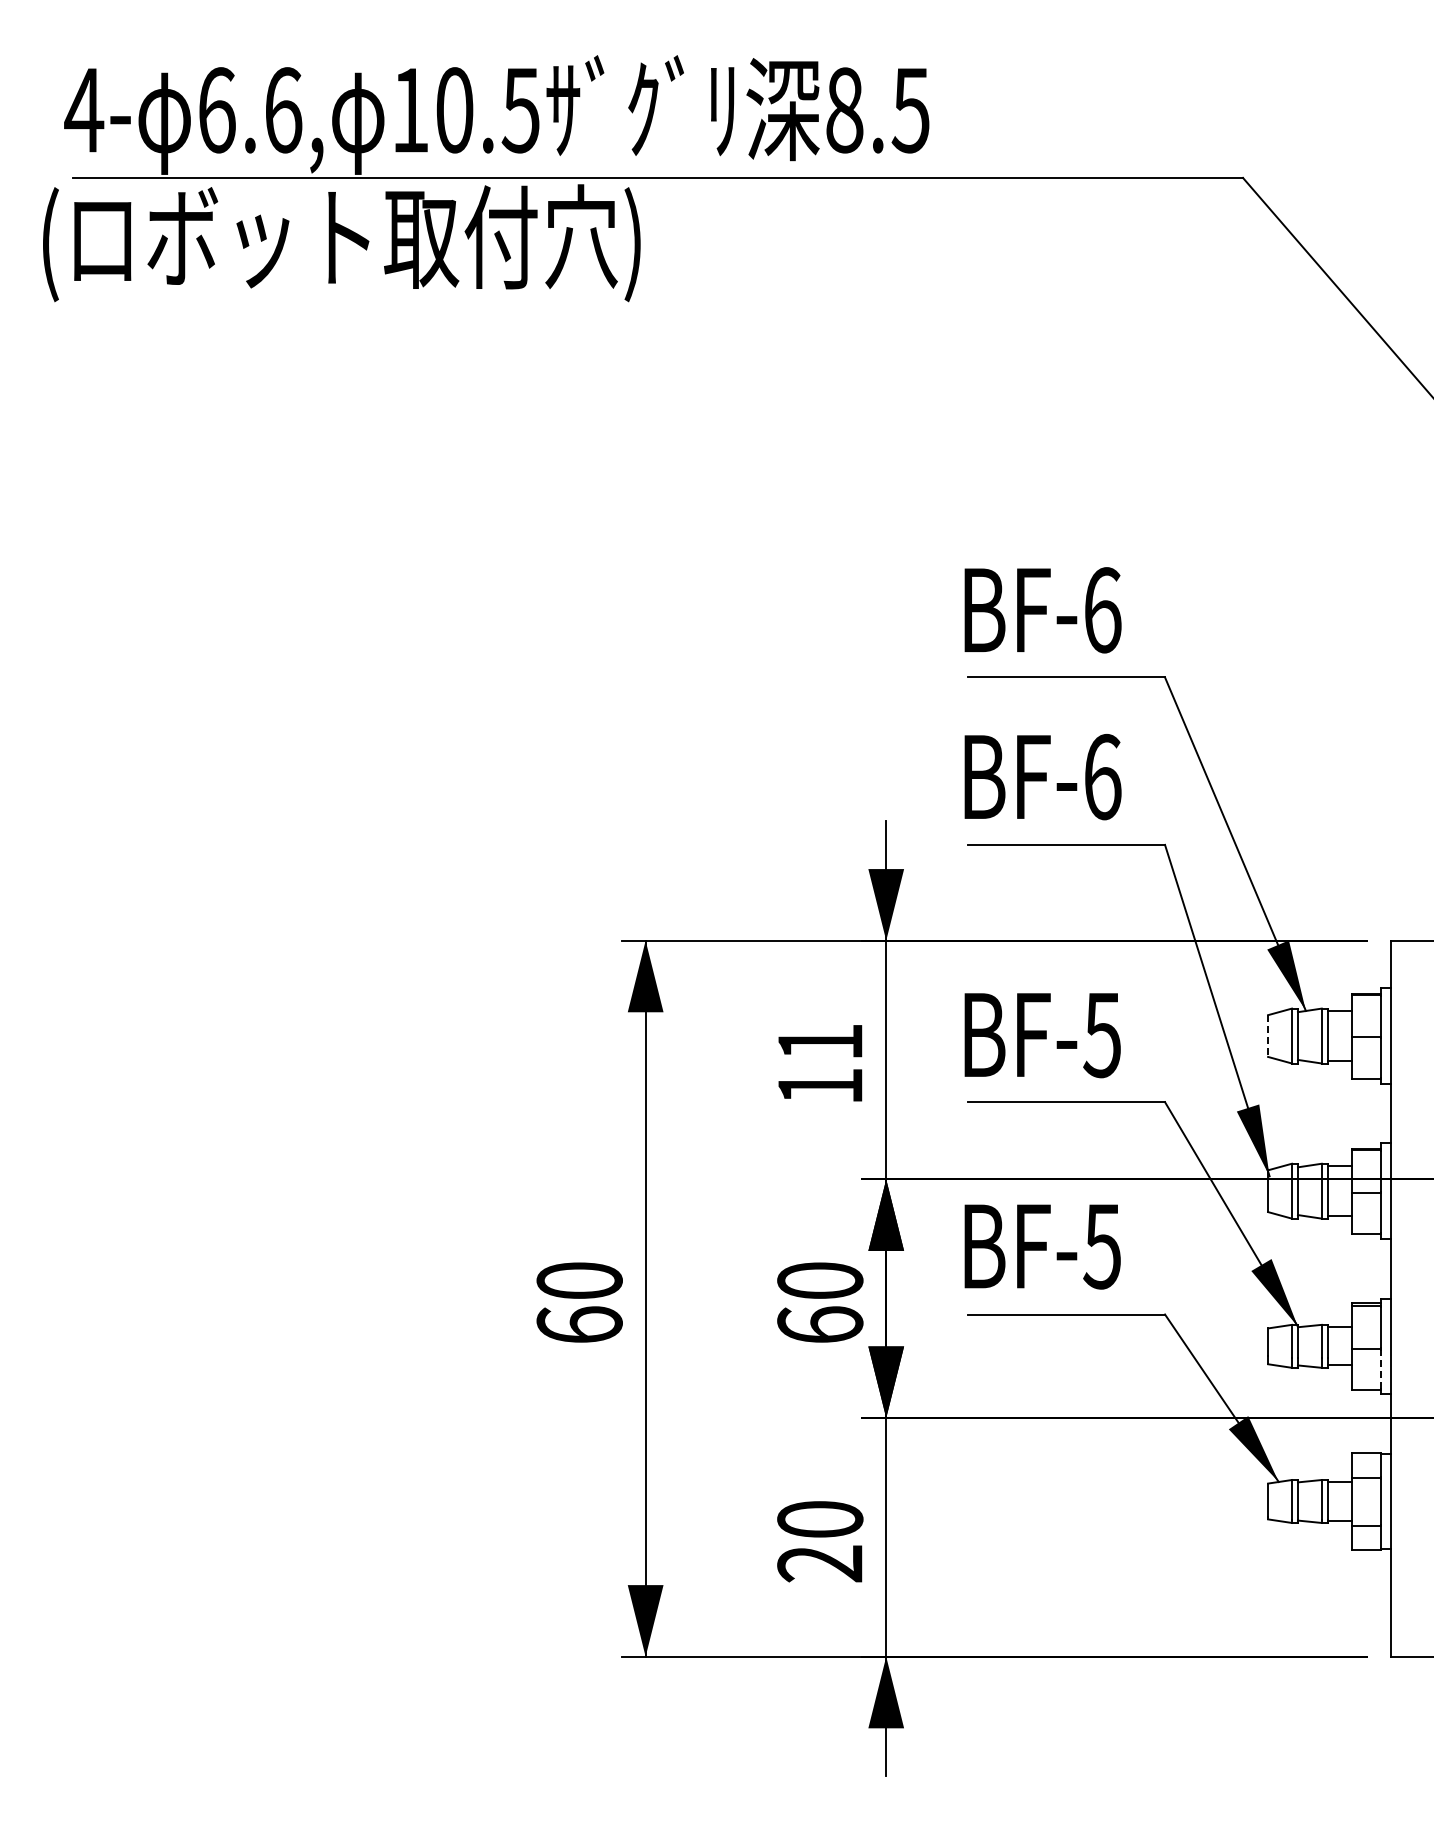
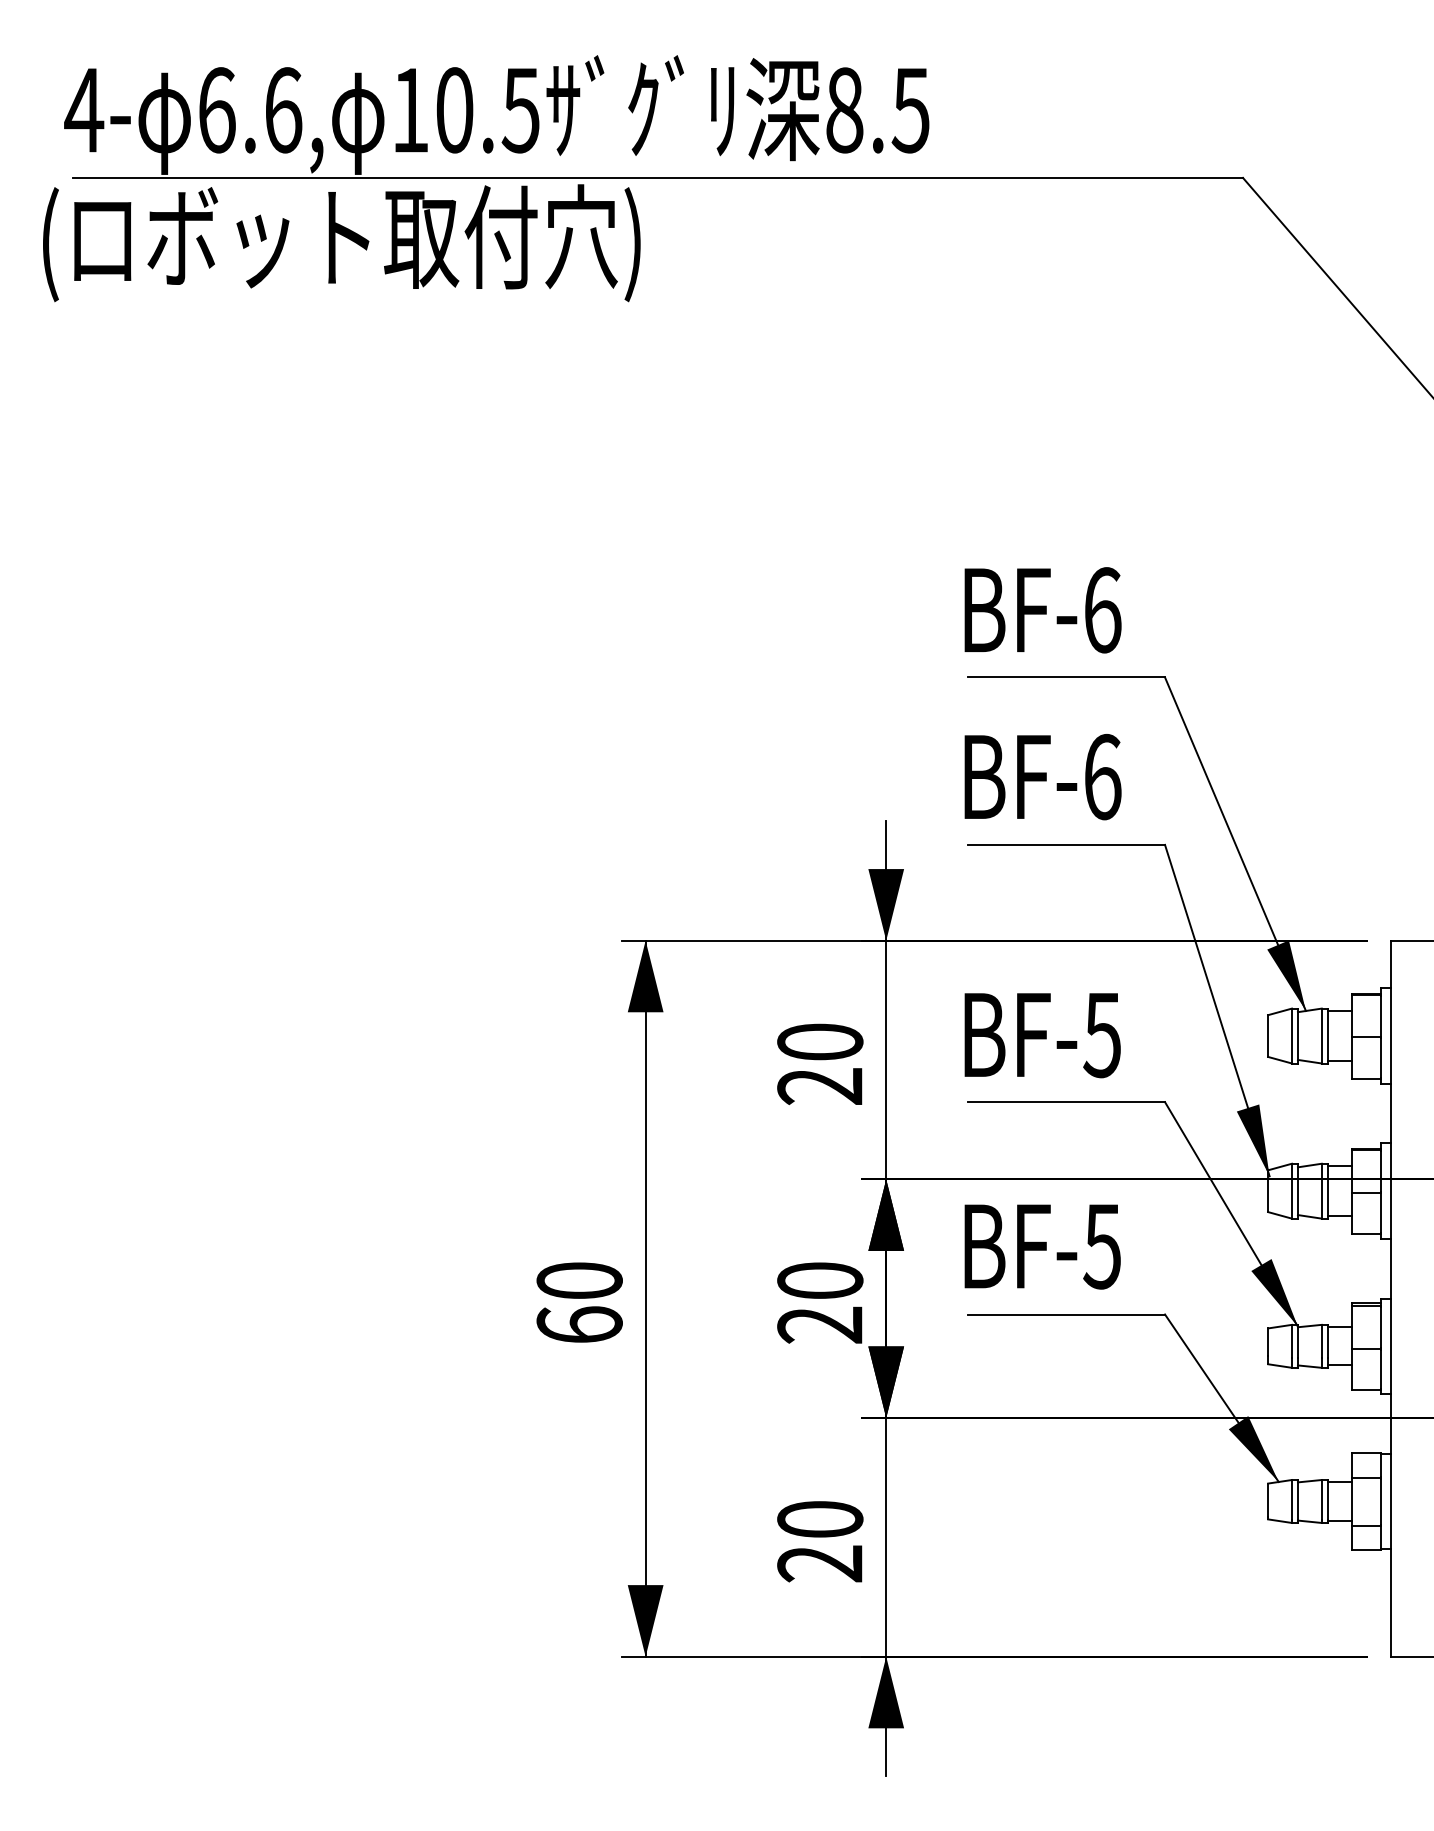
line at (1268, 1036): dashed -> solid
text at (820, 1064): 11 -> 20
text at (820, 1324): 60 -> 20
line at (1381, 1368): dashed -> solid
